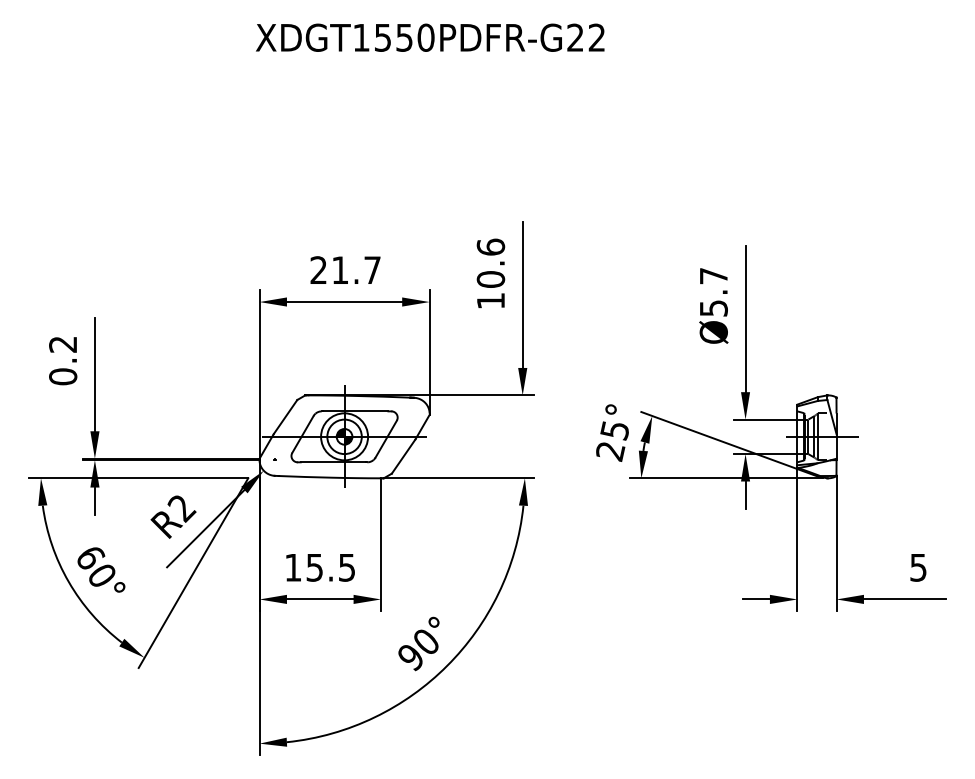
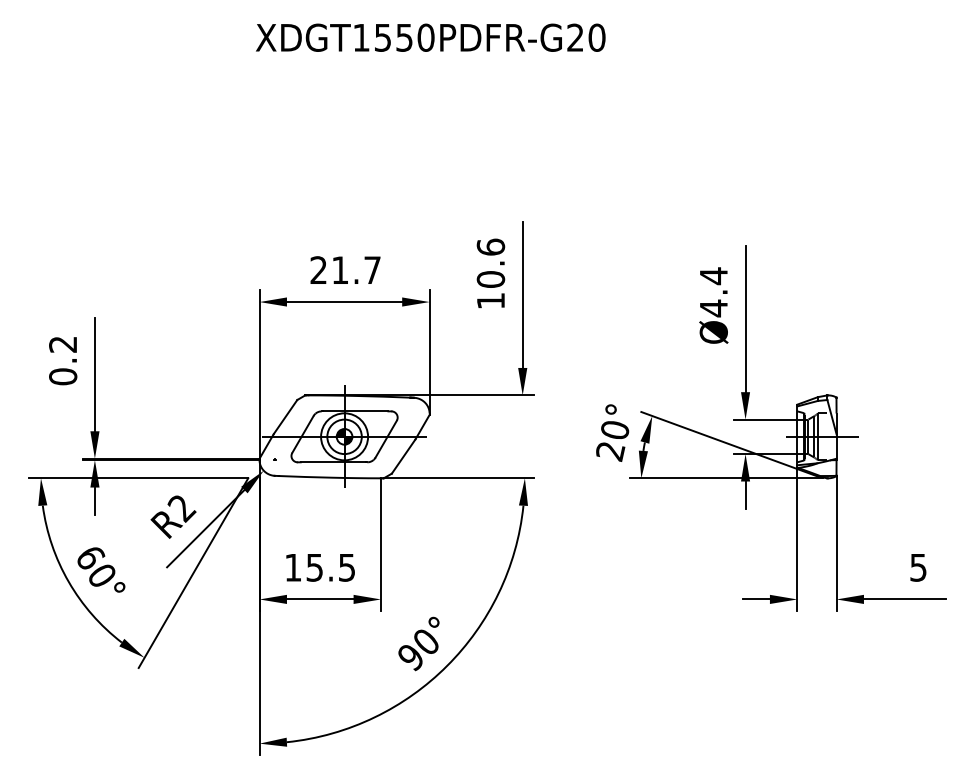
text at (596, 37): XDGT1550PDFR-G22 -> XDGT1550PDFR-G20
text at (713, 292): Ø5.7 -> Ø4.4
text at (614, 430): 25° -> 20°
